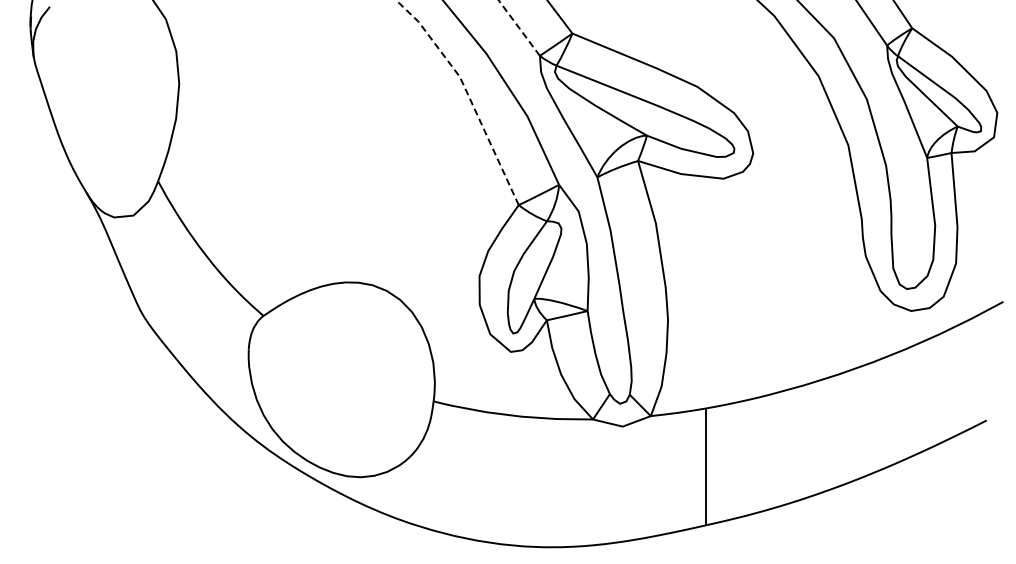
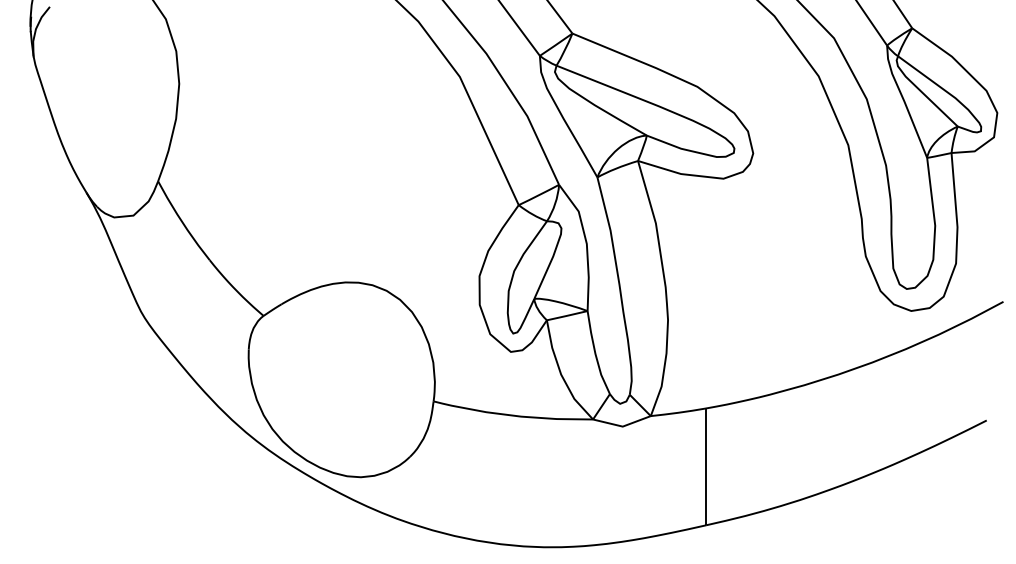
line at (519, 27): dashed -> solid
line at (467, 94): dashed -> solid
